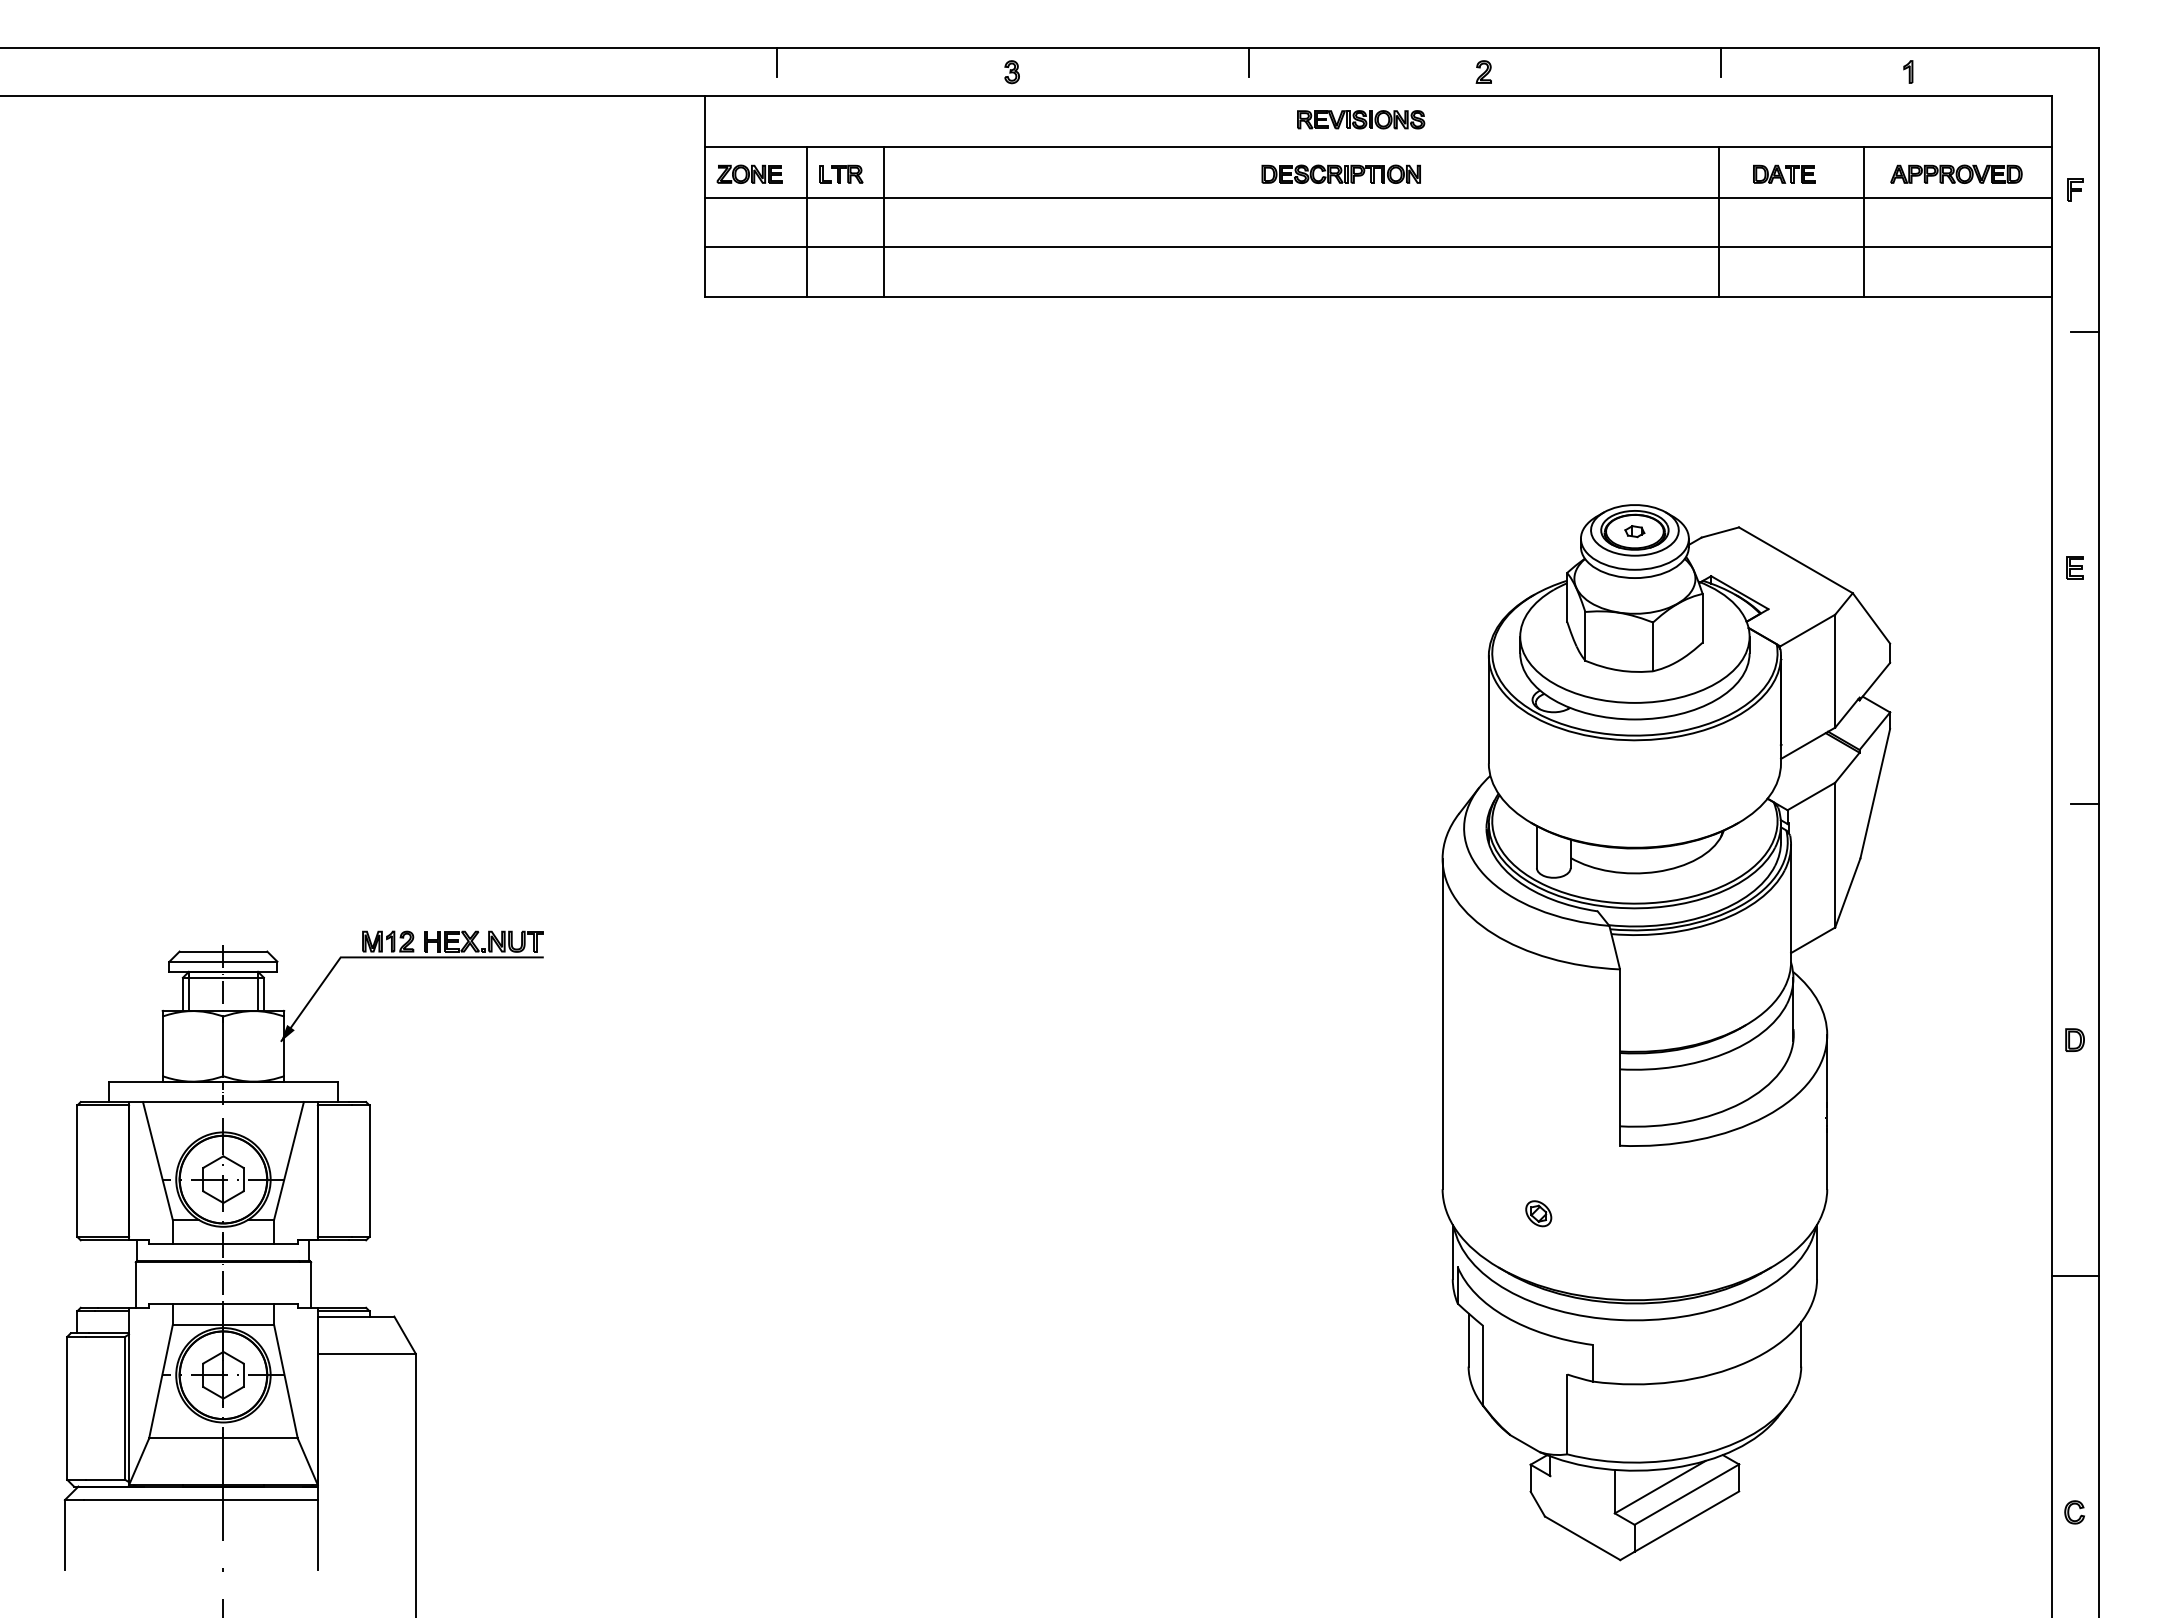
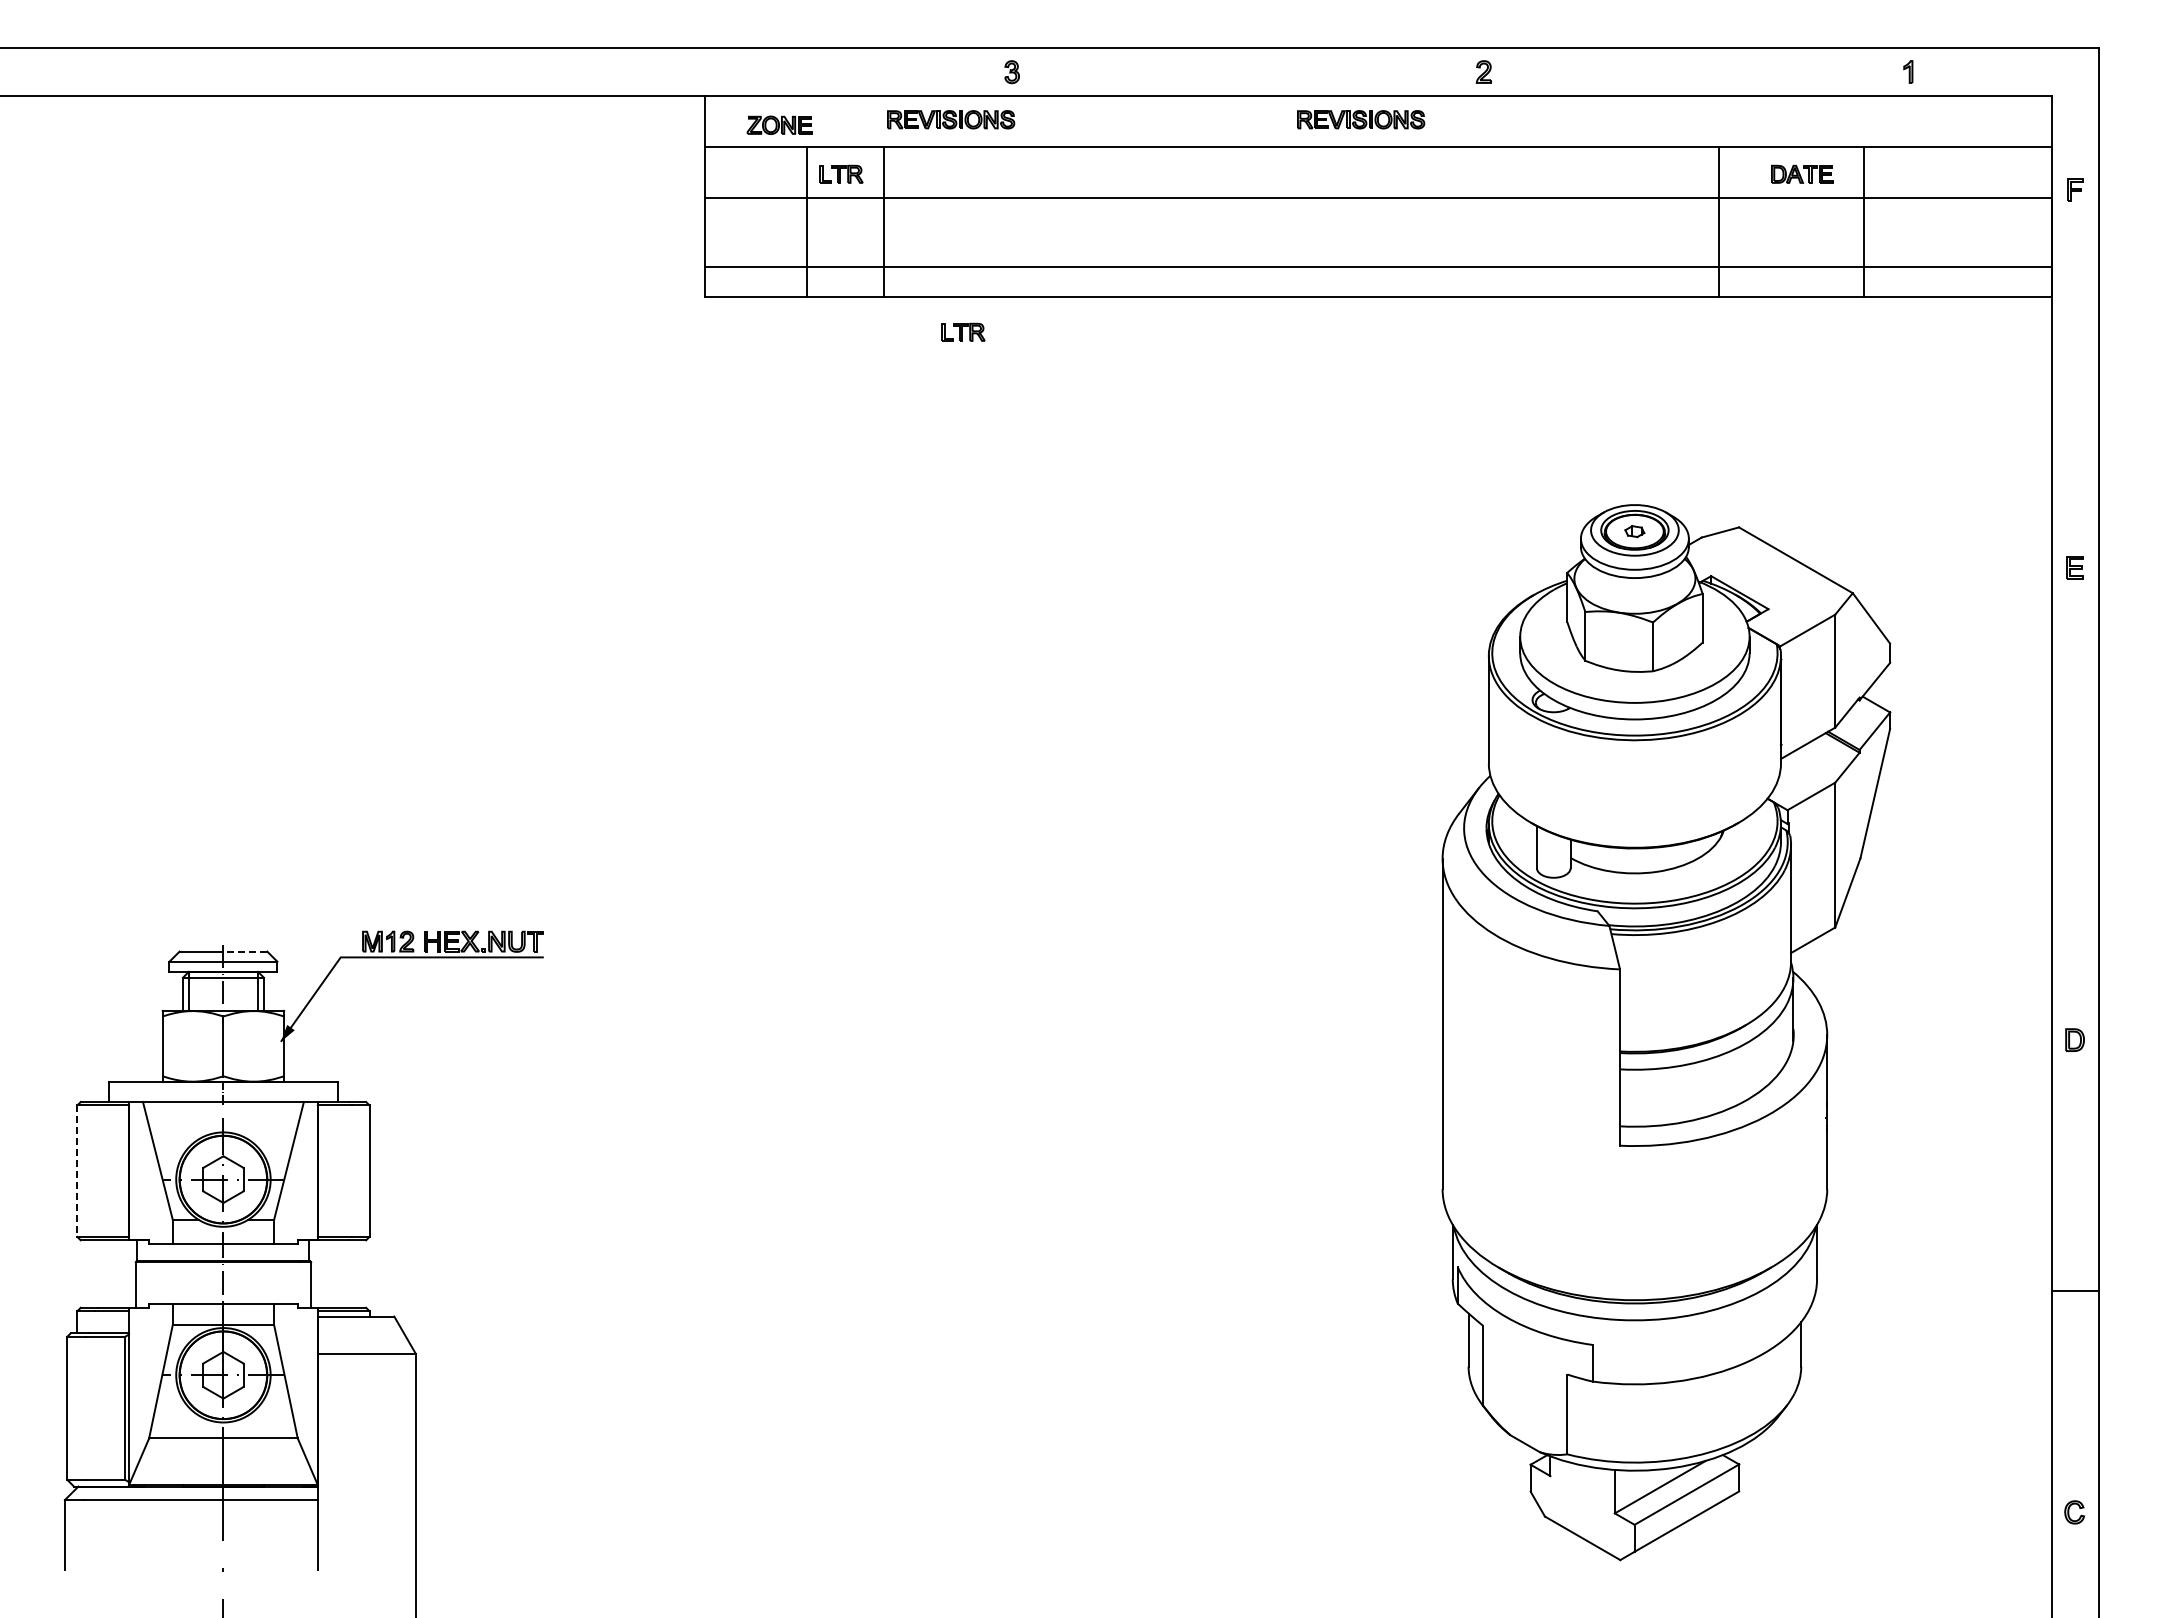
line at (776, 62): present -> none
line at (1249, 62): present -> none
line at (1721, 62): present -> none
part at (951, 119): none -> present
part at (749, 173) position: (749, 173) -> (779, 124)
part at (1340, 173): present -> none
part at (1784, 173) position: (1784, 173) -> (1802, 173)
part at (1956, 173): present -> none
line at (1378, 247) position: (1378, 247) -> (1378, 267)
part at (963, 331): none -> present
line at (2084, 331): present -> none
line at (2084, 804): present -> none
line at (245, 951): solid -> dashed
line at (77, 1171): solid -> dashed
part at (1538, 1213): present -> none
line at (2075, 1276) position: (2075, 1276) -> (2075, 1291)
